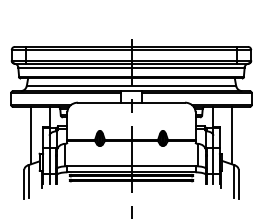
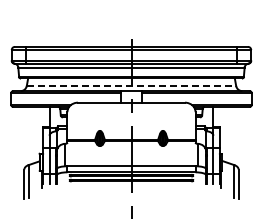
line at (131, 85): solid -> dashed
line at (30, 135): present -> none
line at (232, 135): present -> none
